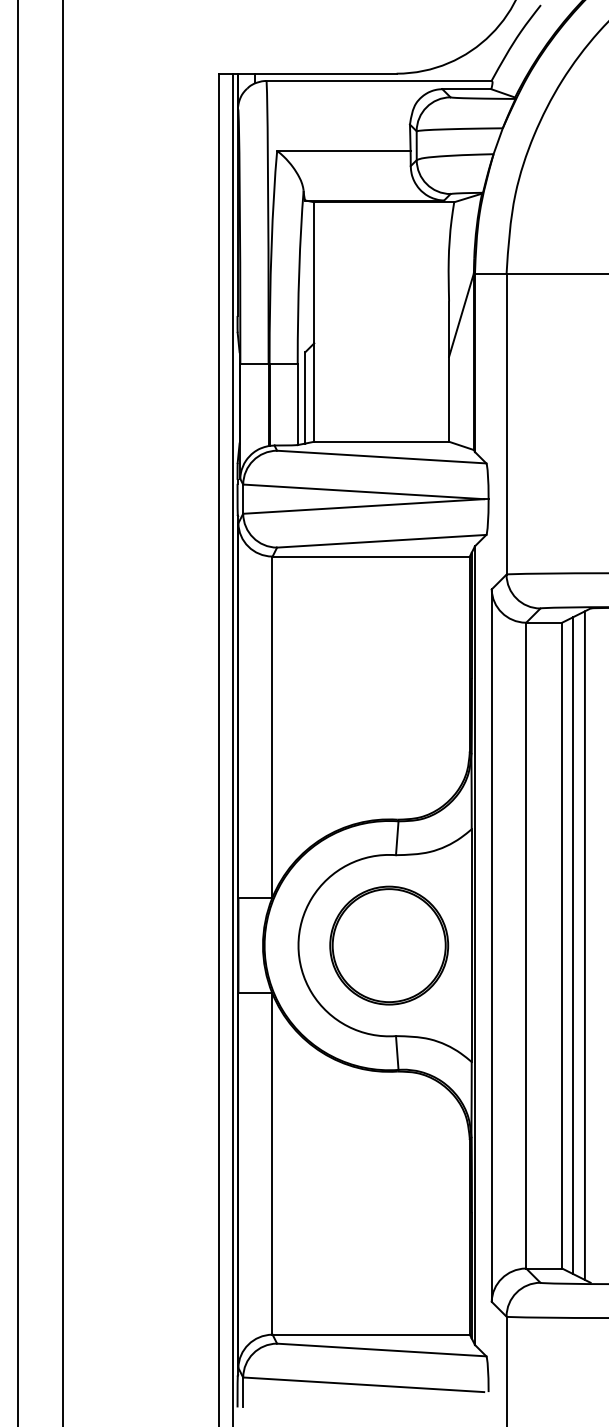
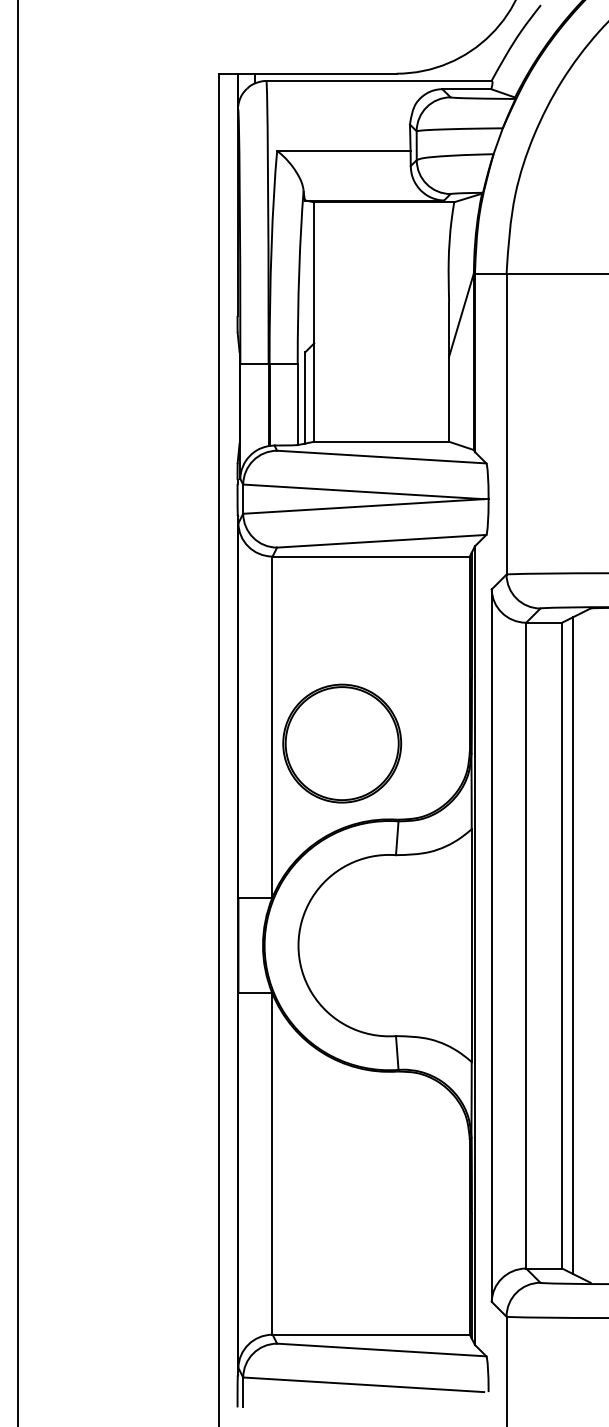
line at (62, 712): present -> none
line at (233, 748): present -> none
part at (389, 945) position: (389, 945) -> (342, 743)
line at (584, 945): present -> none
